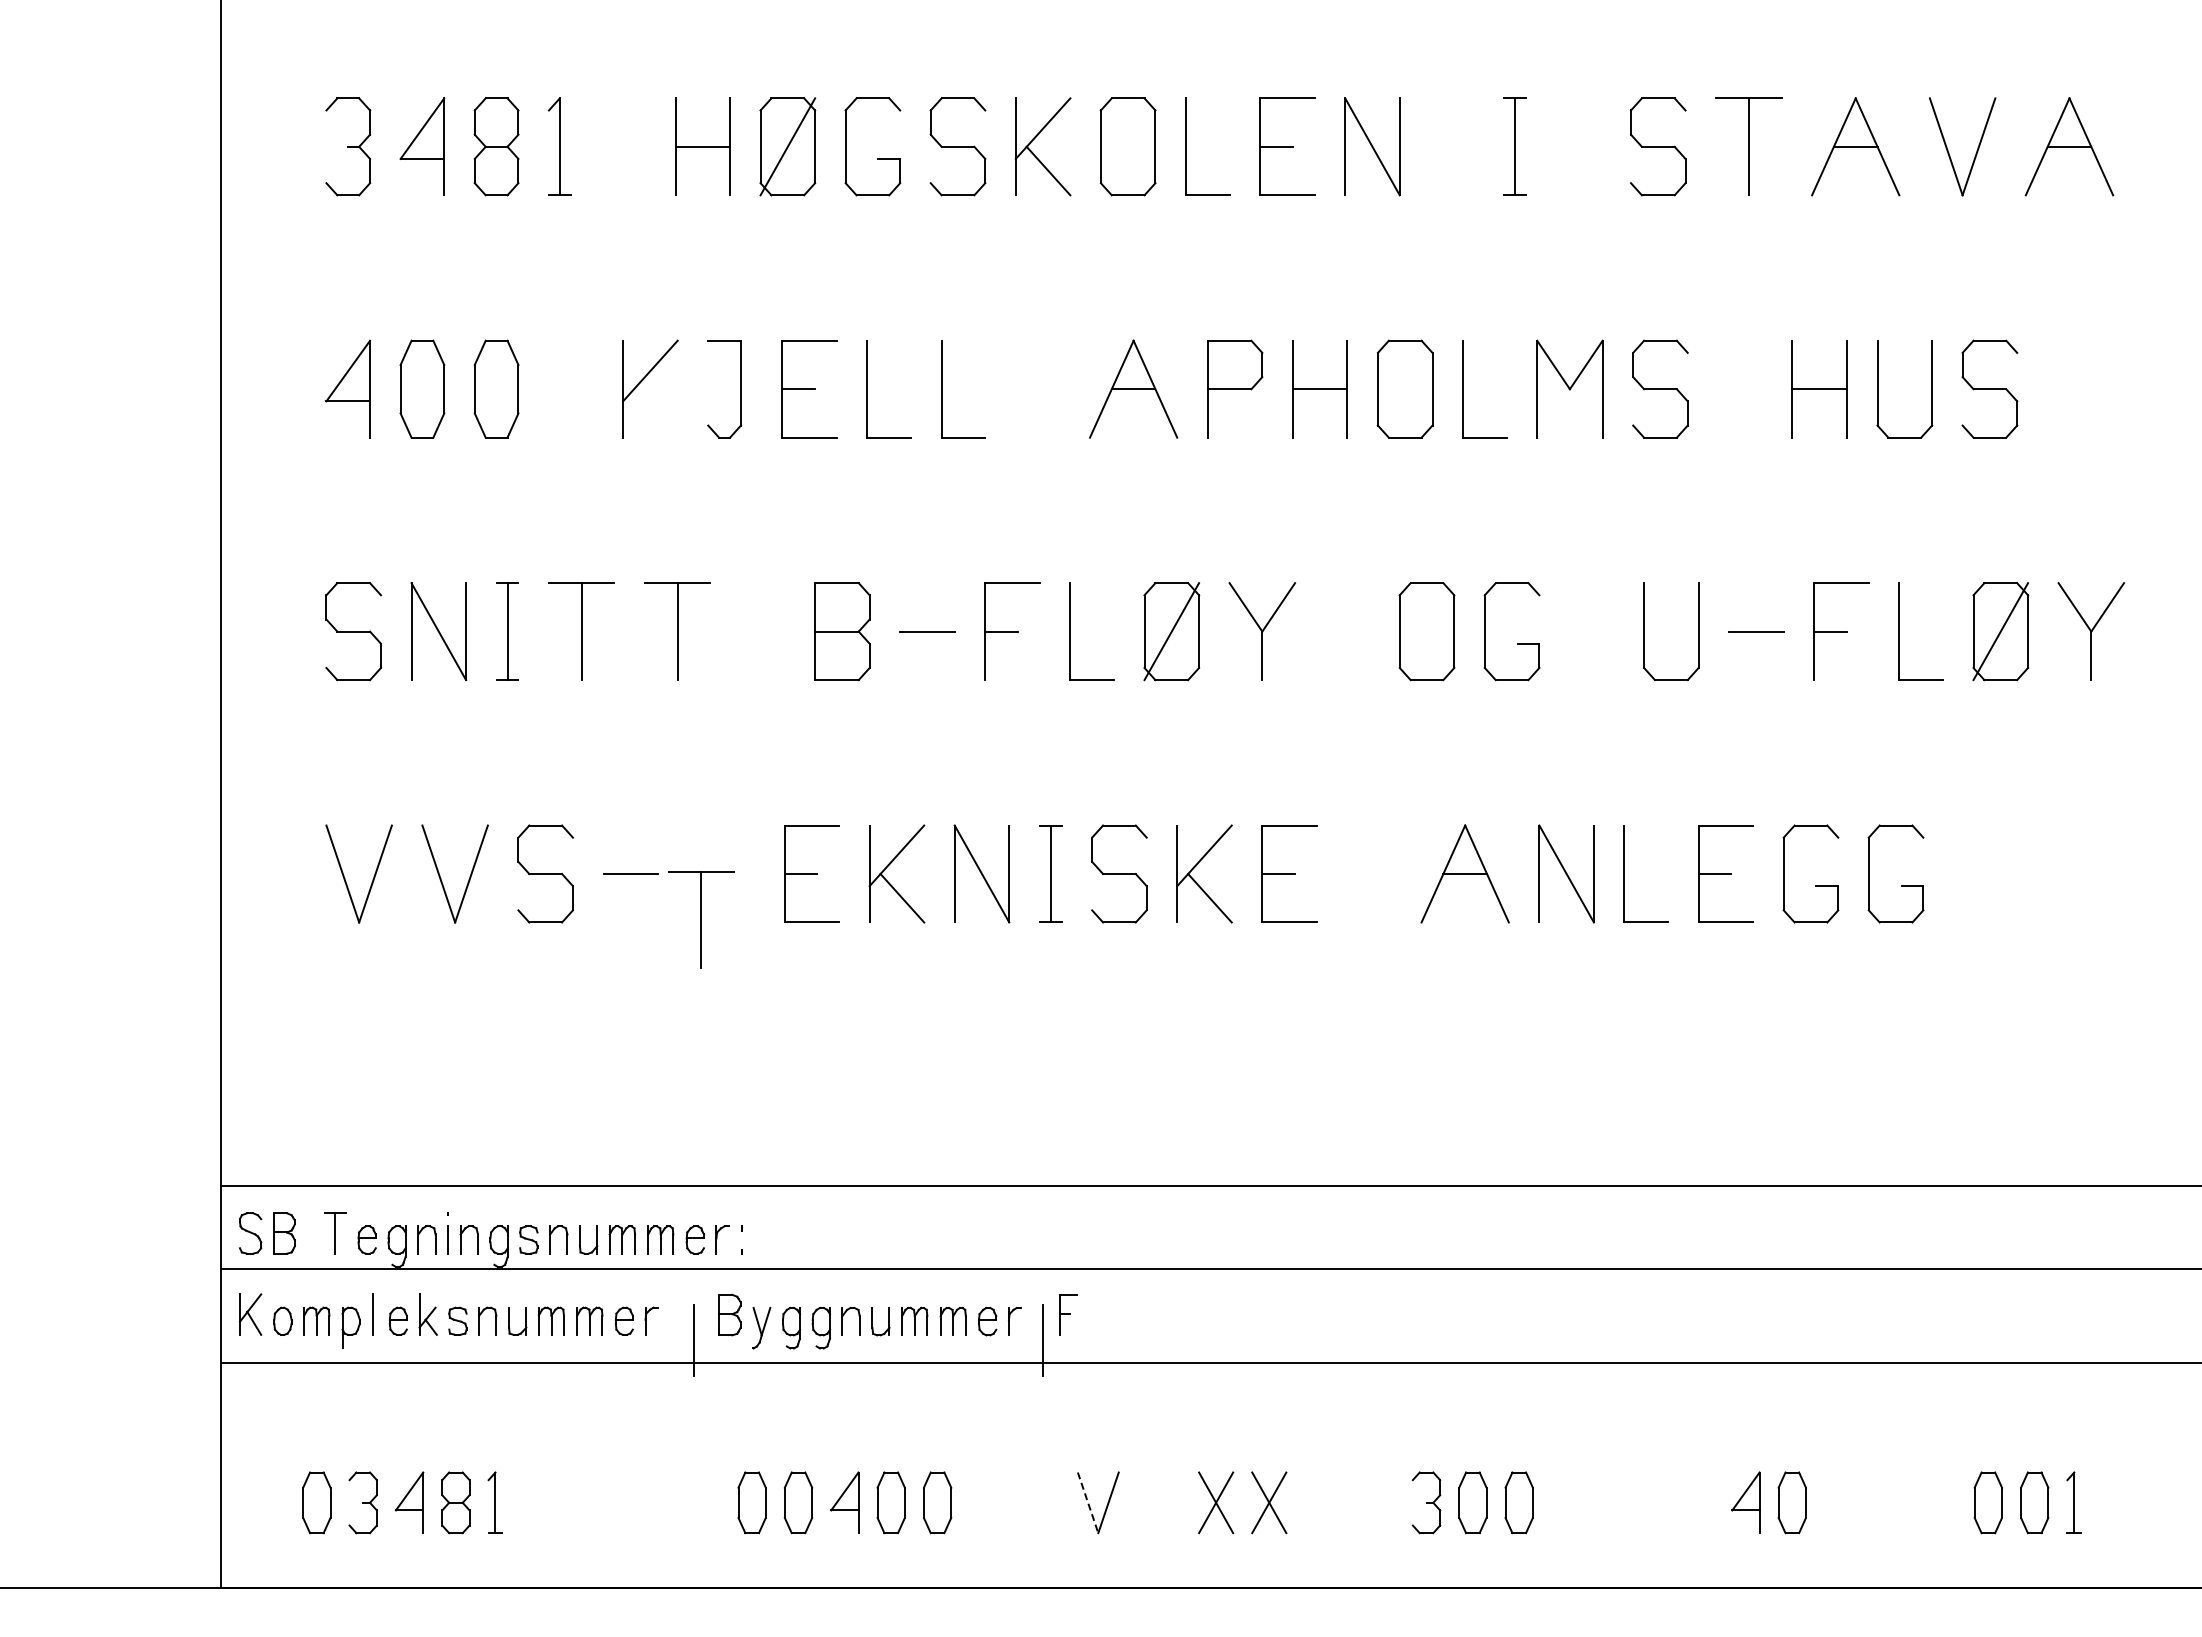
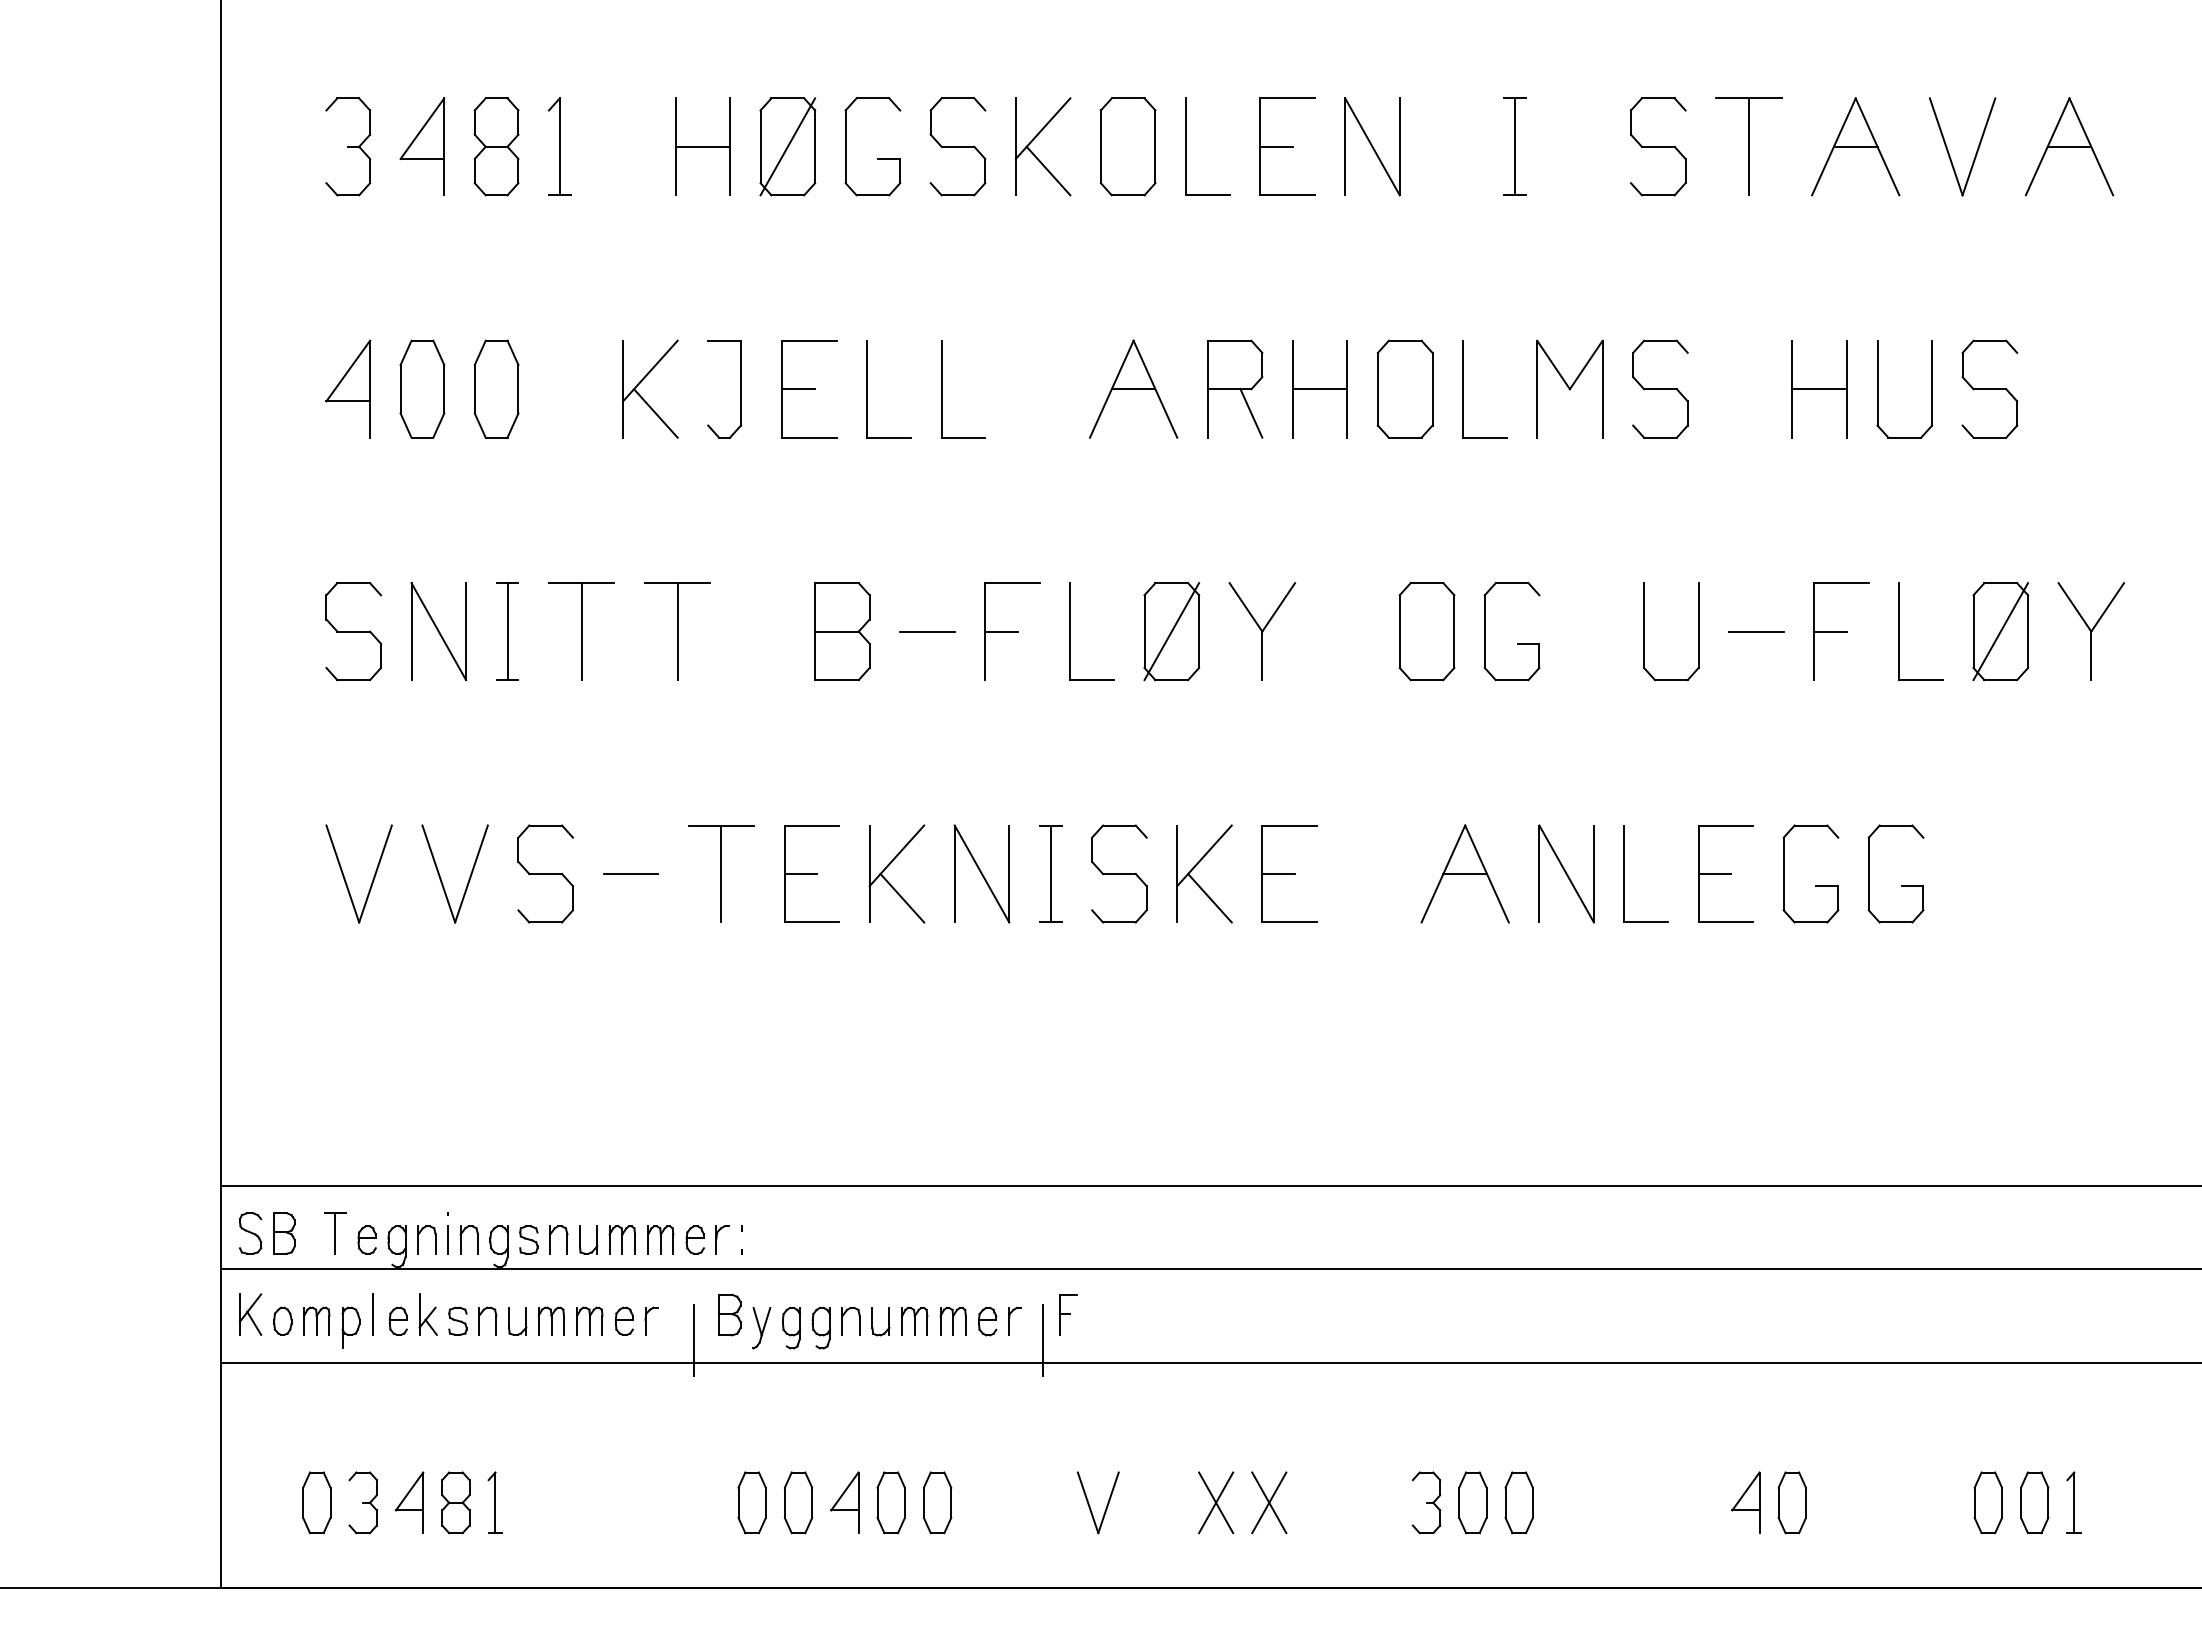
line at (655, 413): none -> present
line at (1251, 413): none -> present
part at (701, 919) position: (701, 919) -> (721, 873)
line at (1088, 1502): dashed -> solid
